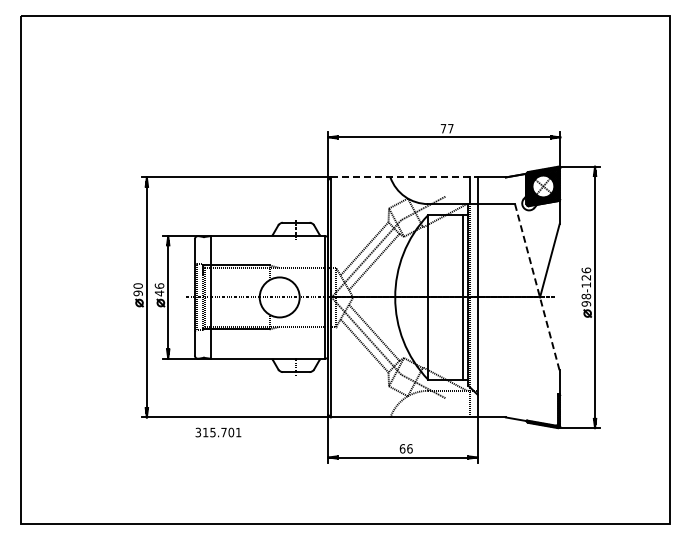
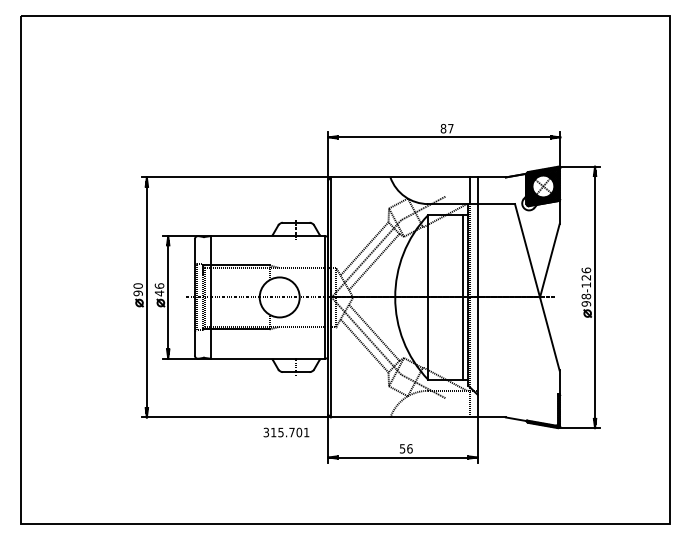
text at (443, 128): 77 -> 87
line at (404, 177): dashed -> solid
line at (537, 287): dashed -> solid
text at (218, 432) position: (218, 432) -> (286, 432)
text at (402, 448): 66 -> 56
